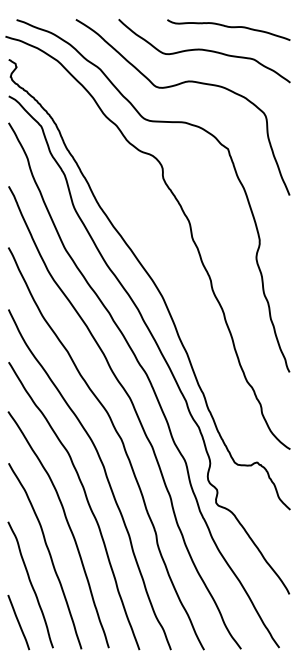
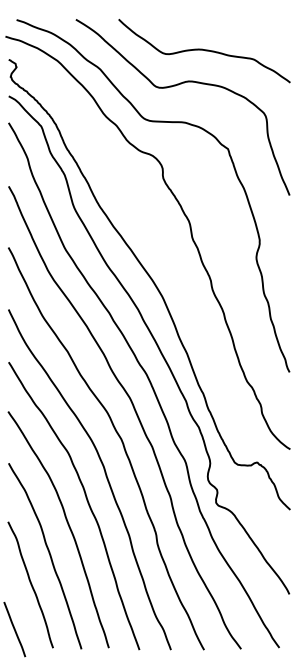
curve at (228, 27): present -> none
line at (18, 622) position: (18, 622) -> (14, 629)
